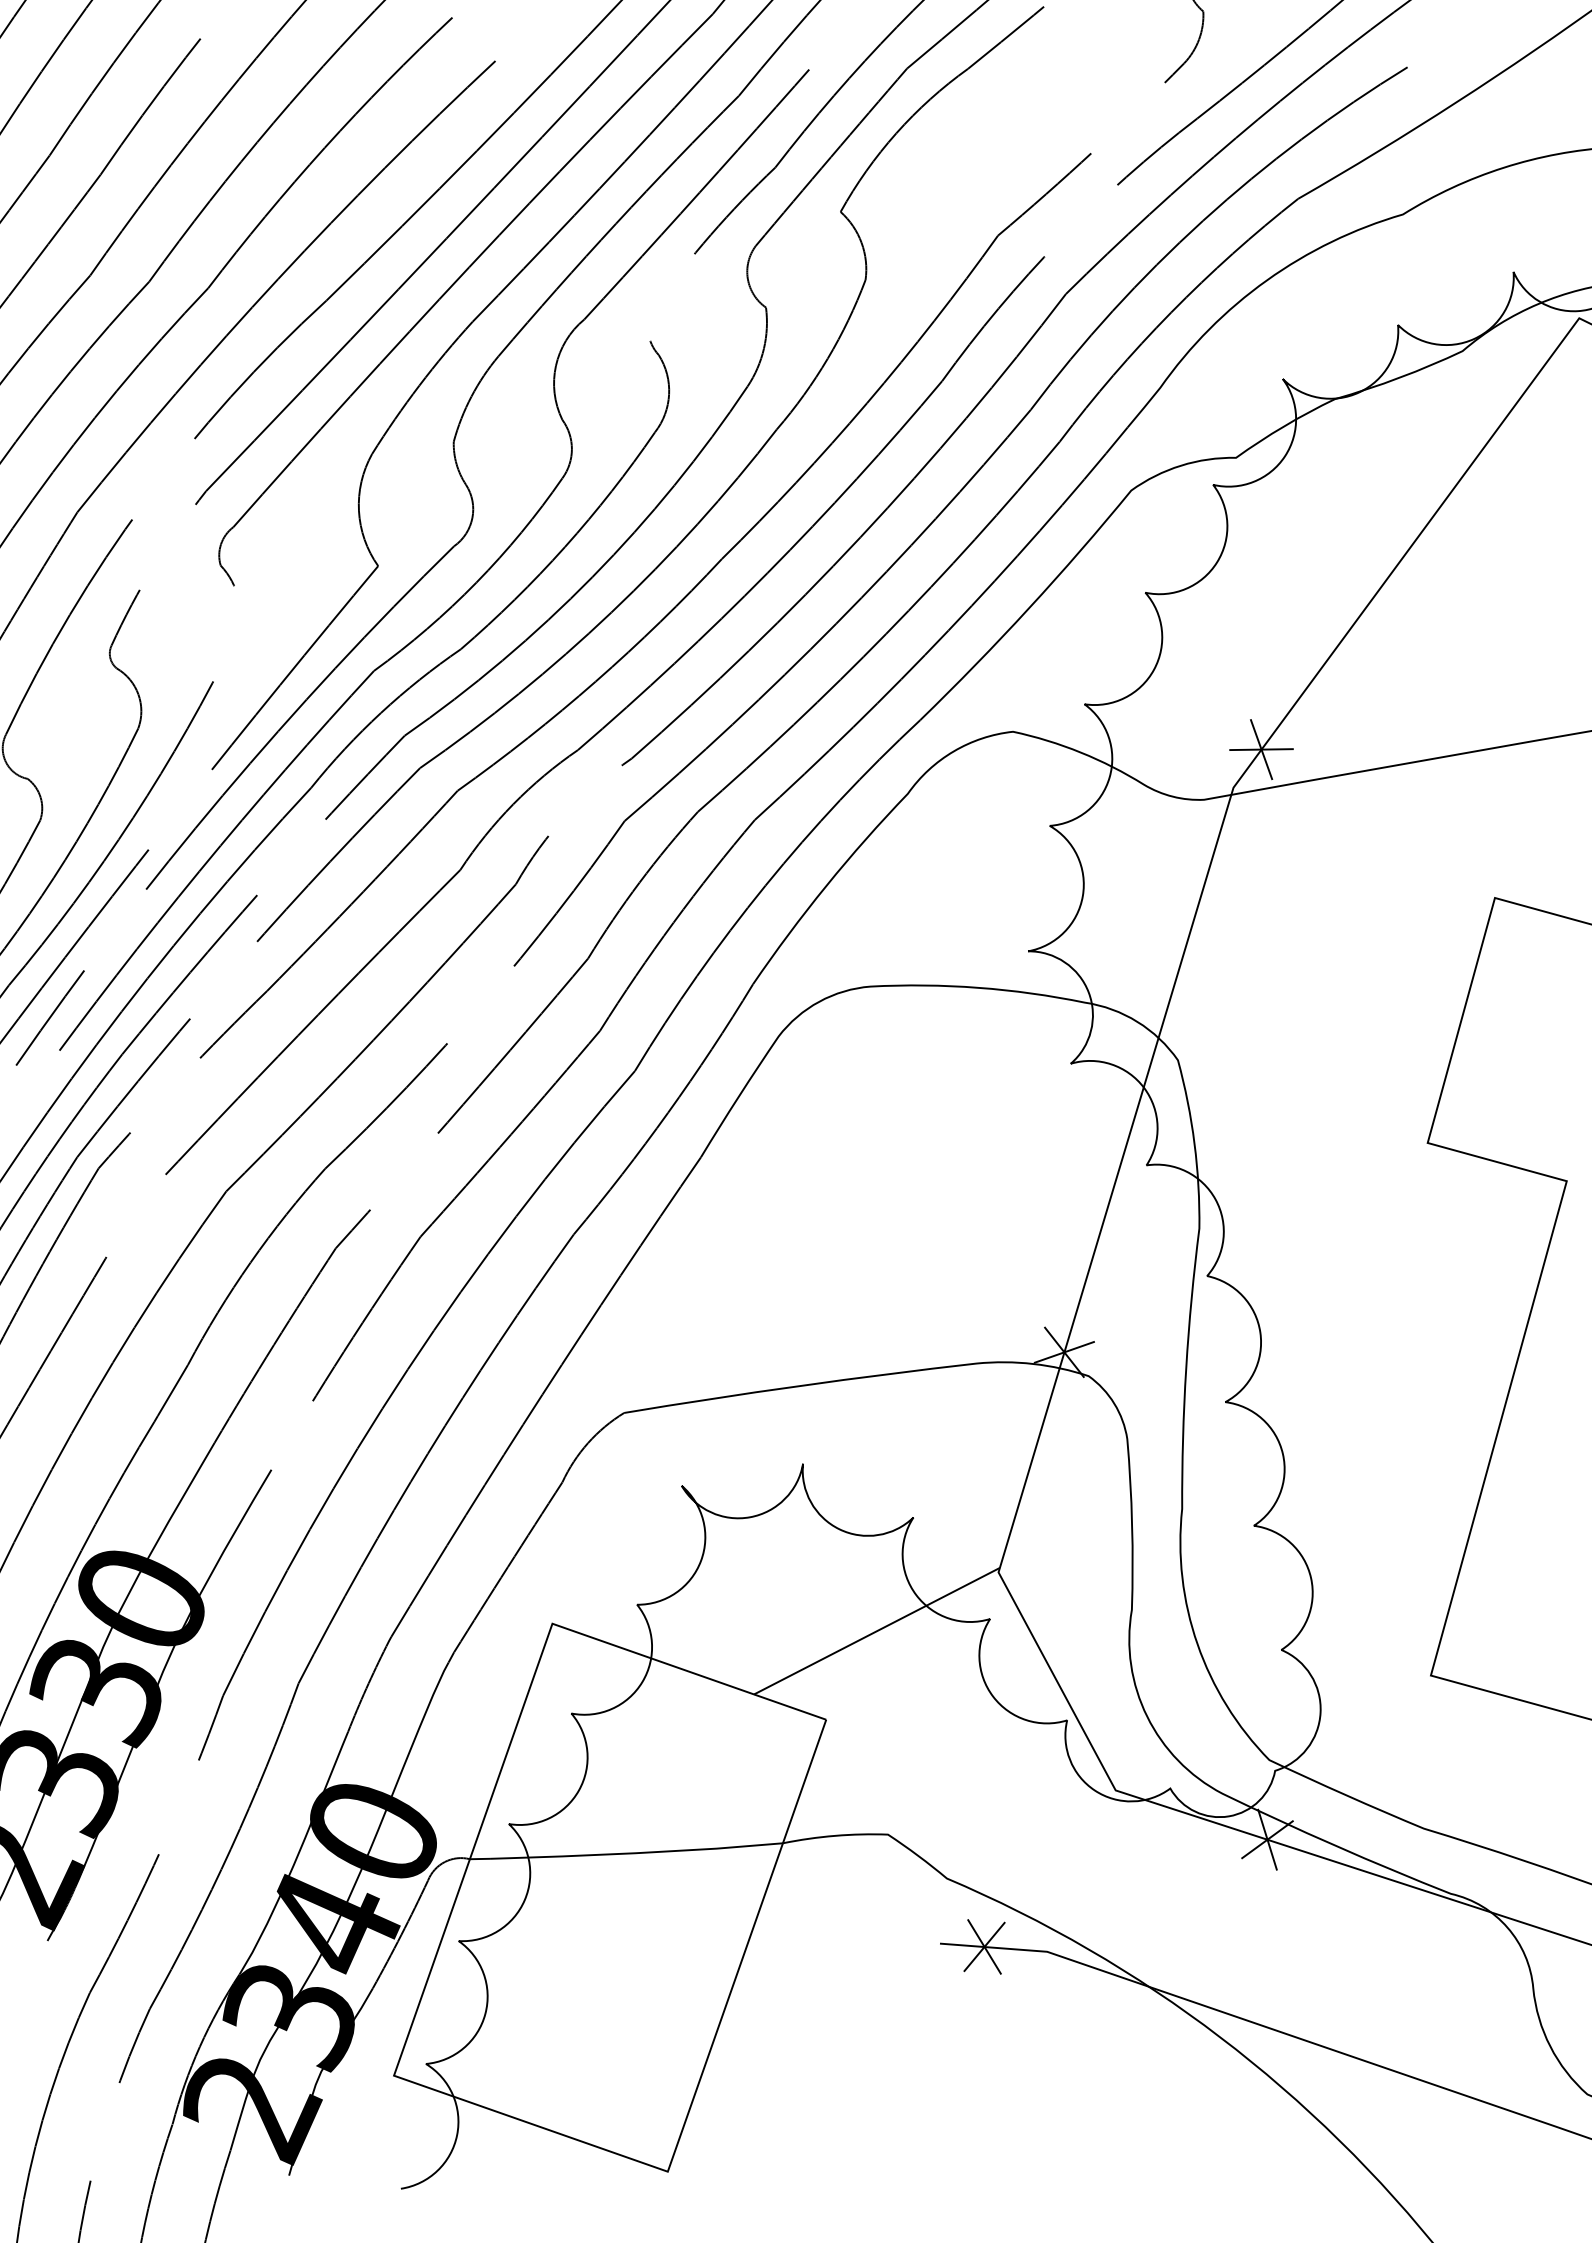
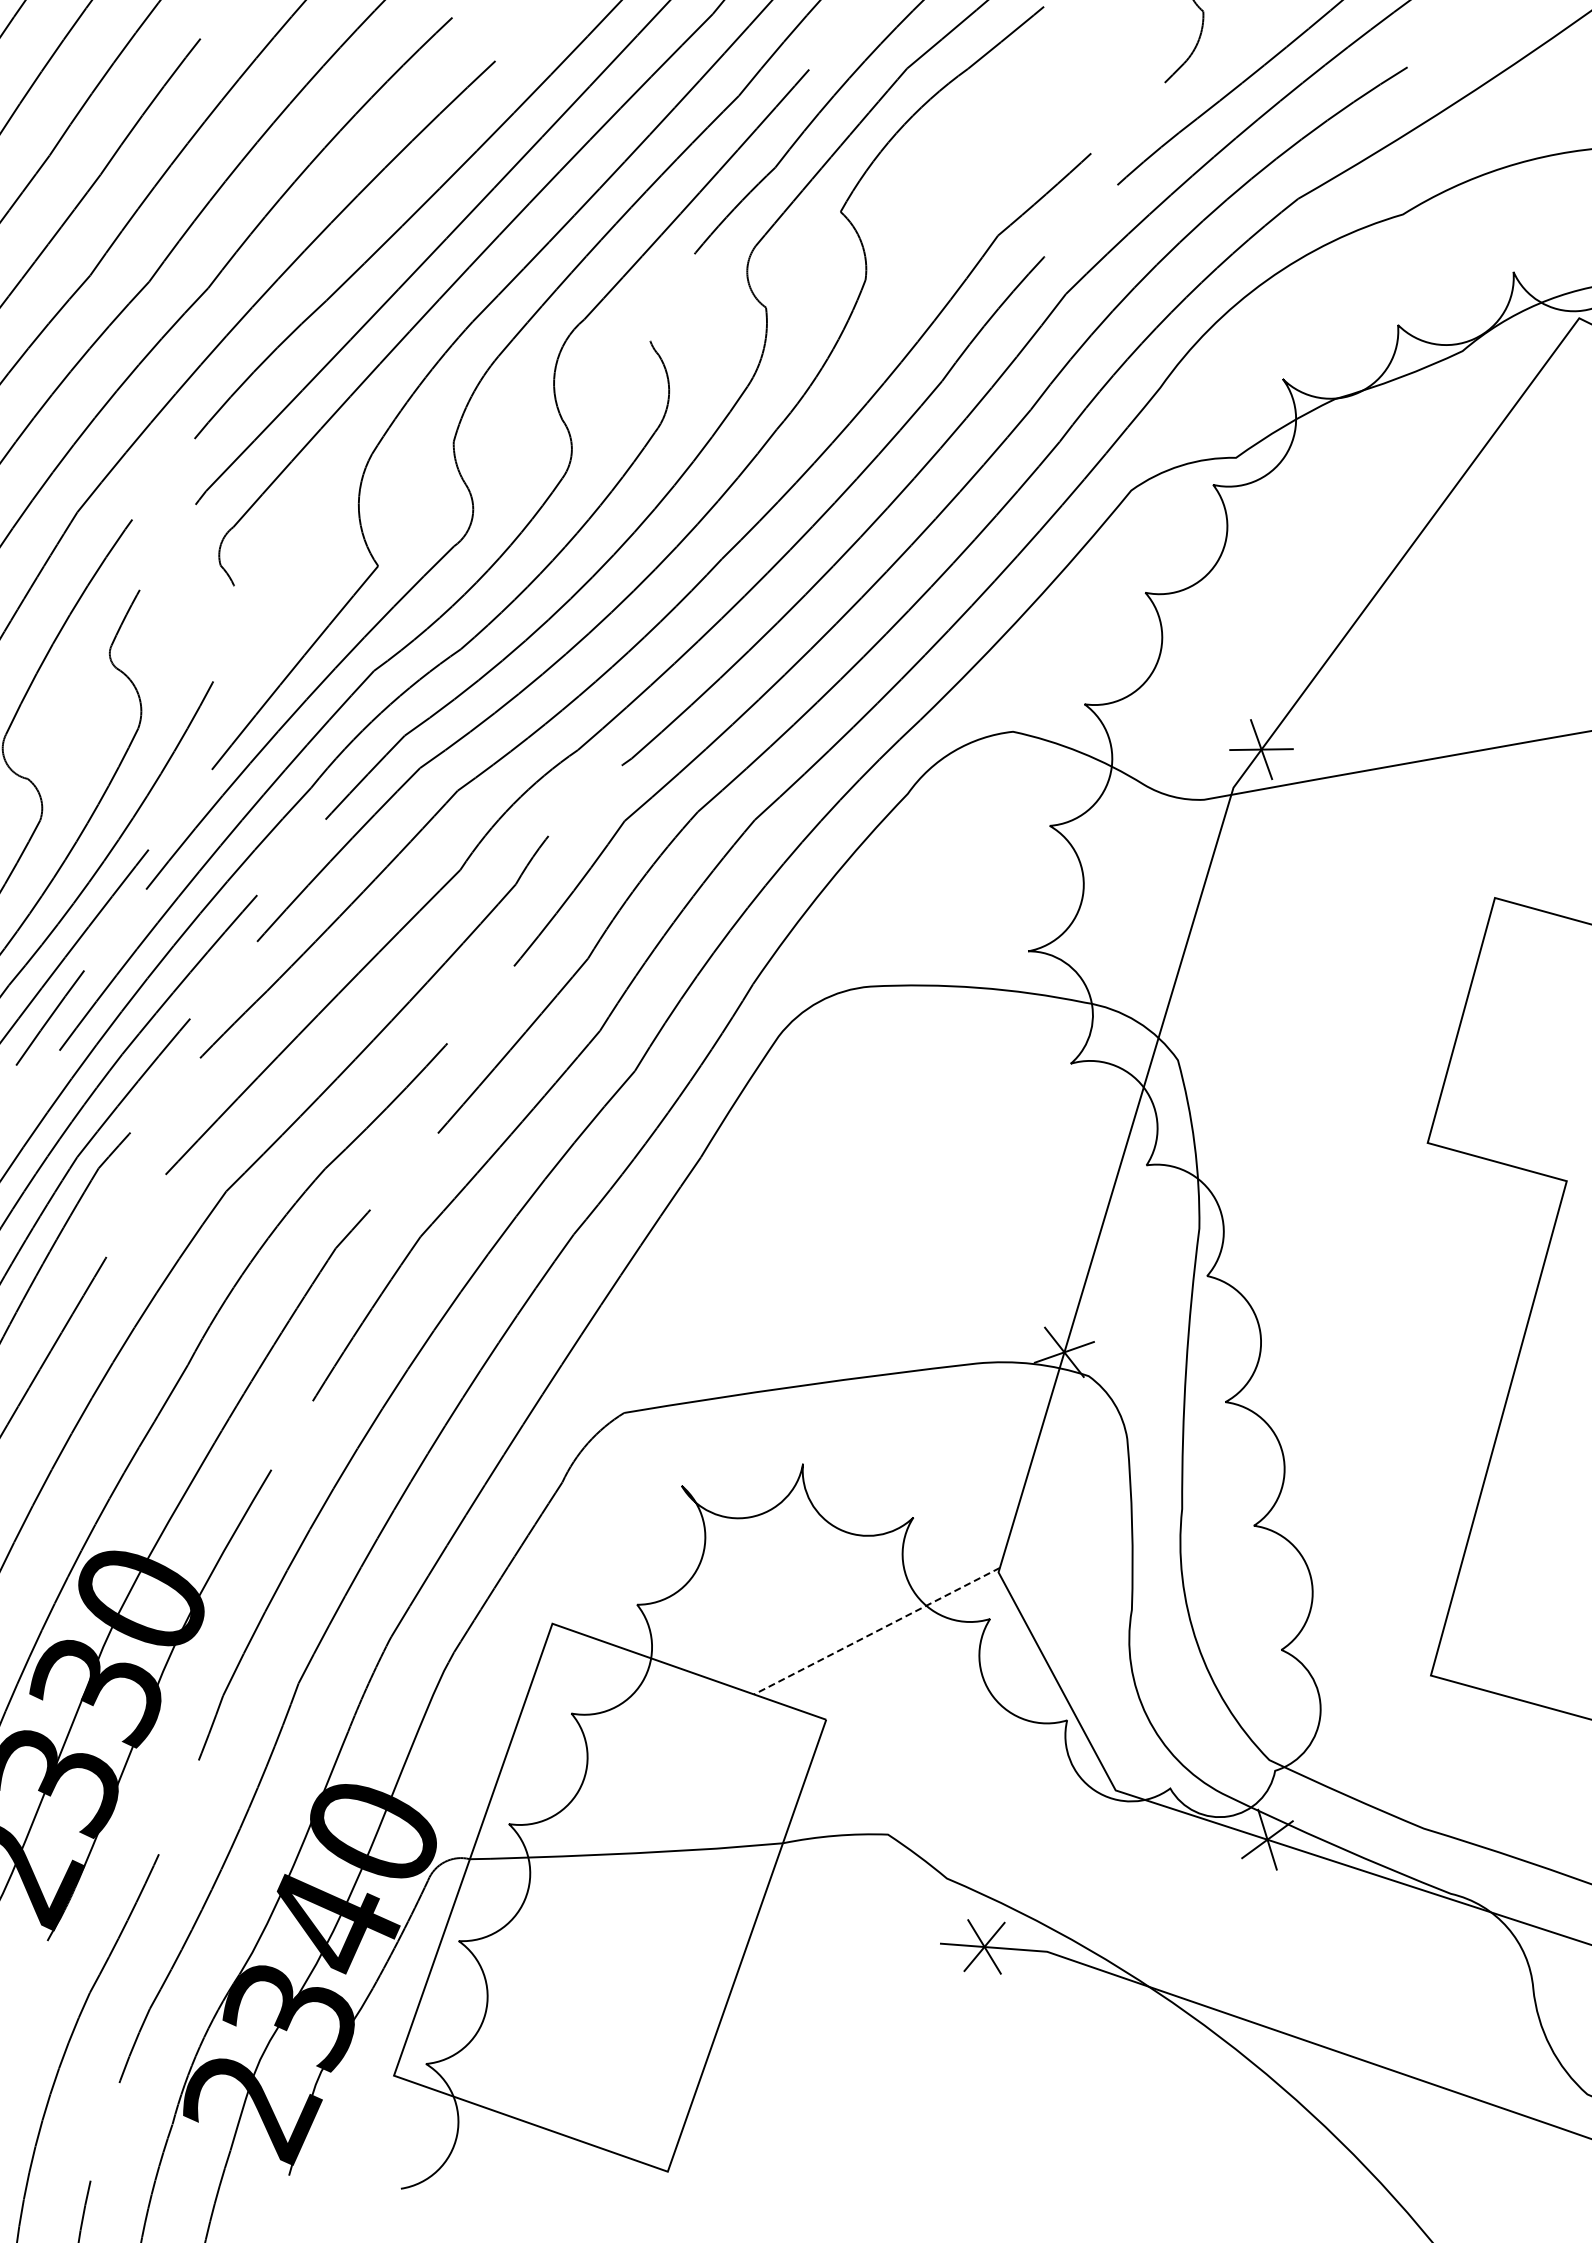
line at (876, 1631): solid -> dashed
